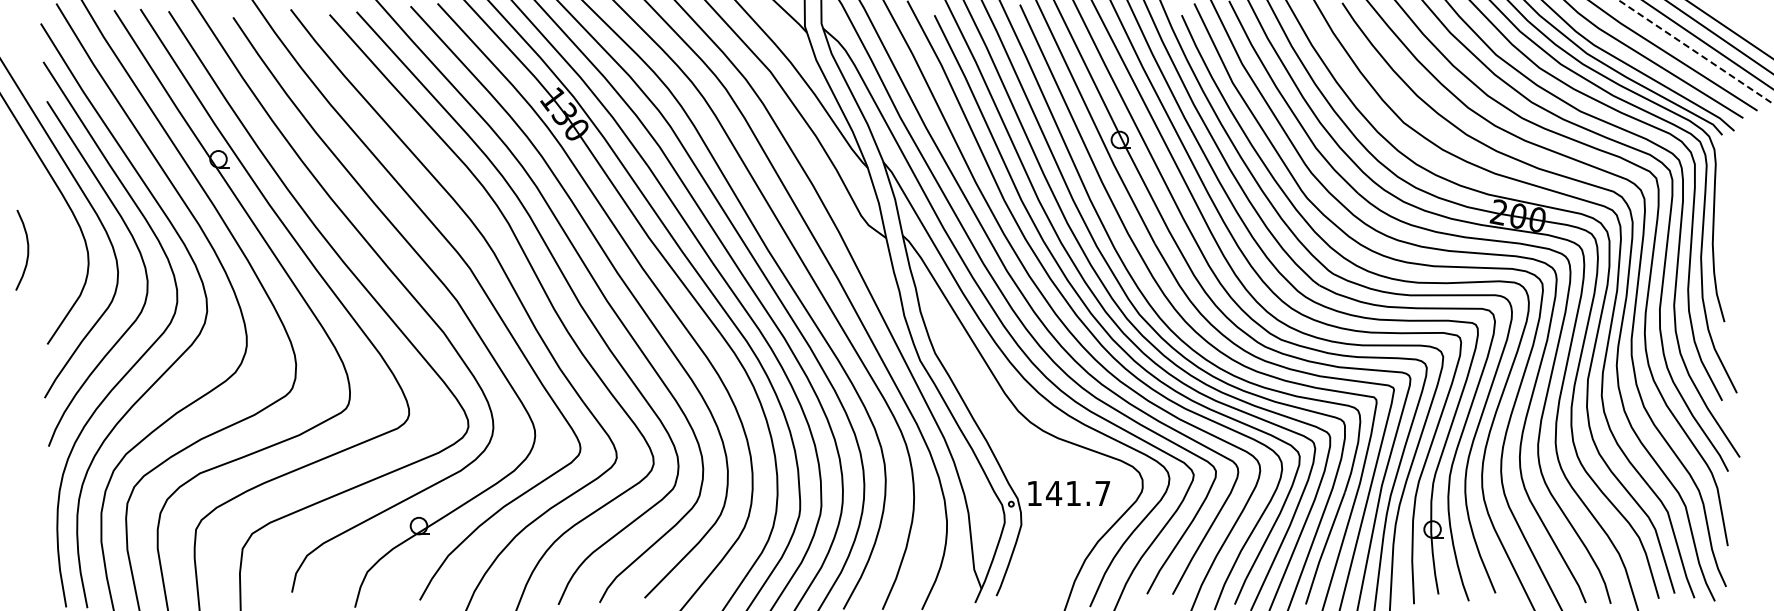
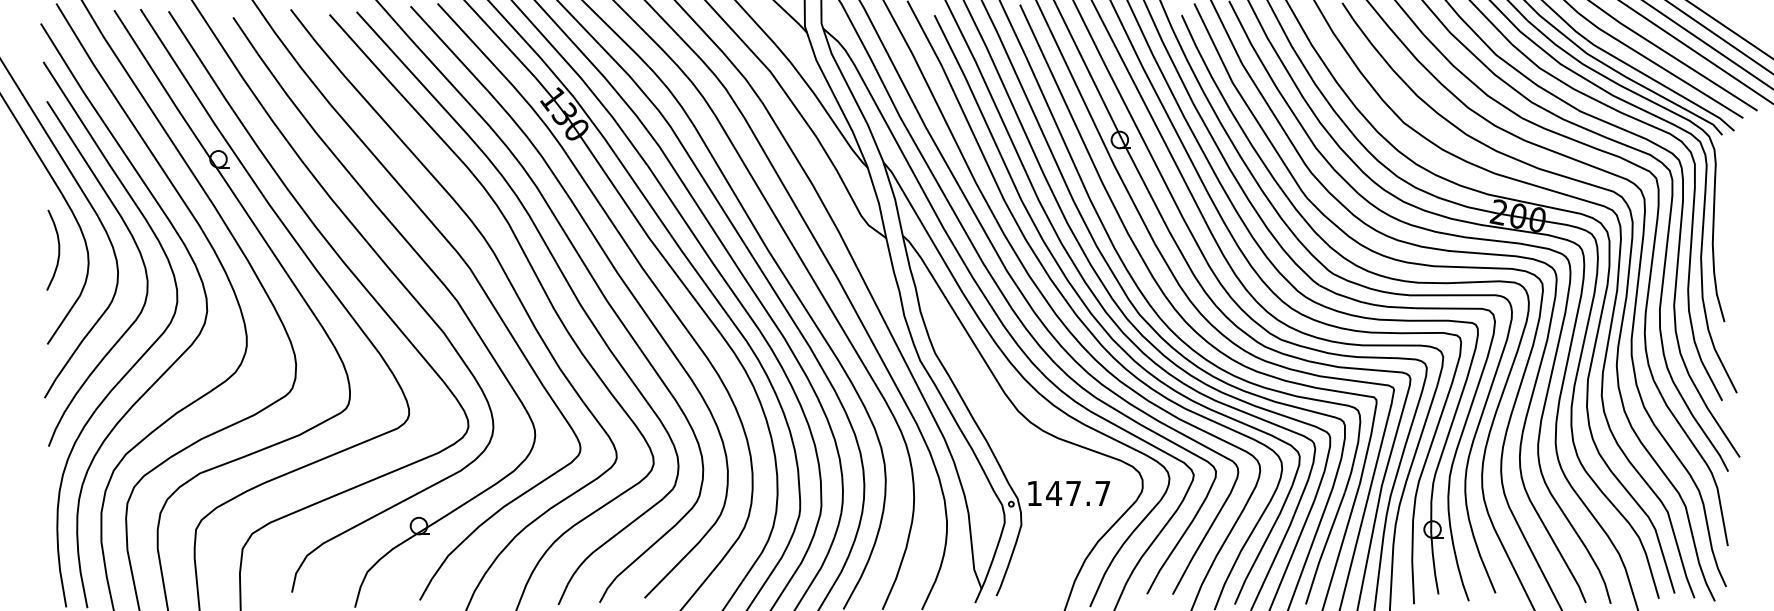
line at (1696, 52): dashed -> solid
curve at (27, 249) position: (27, 249) -> (58, 249)
text at (1073, 493): 141.7 -> 147.7
